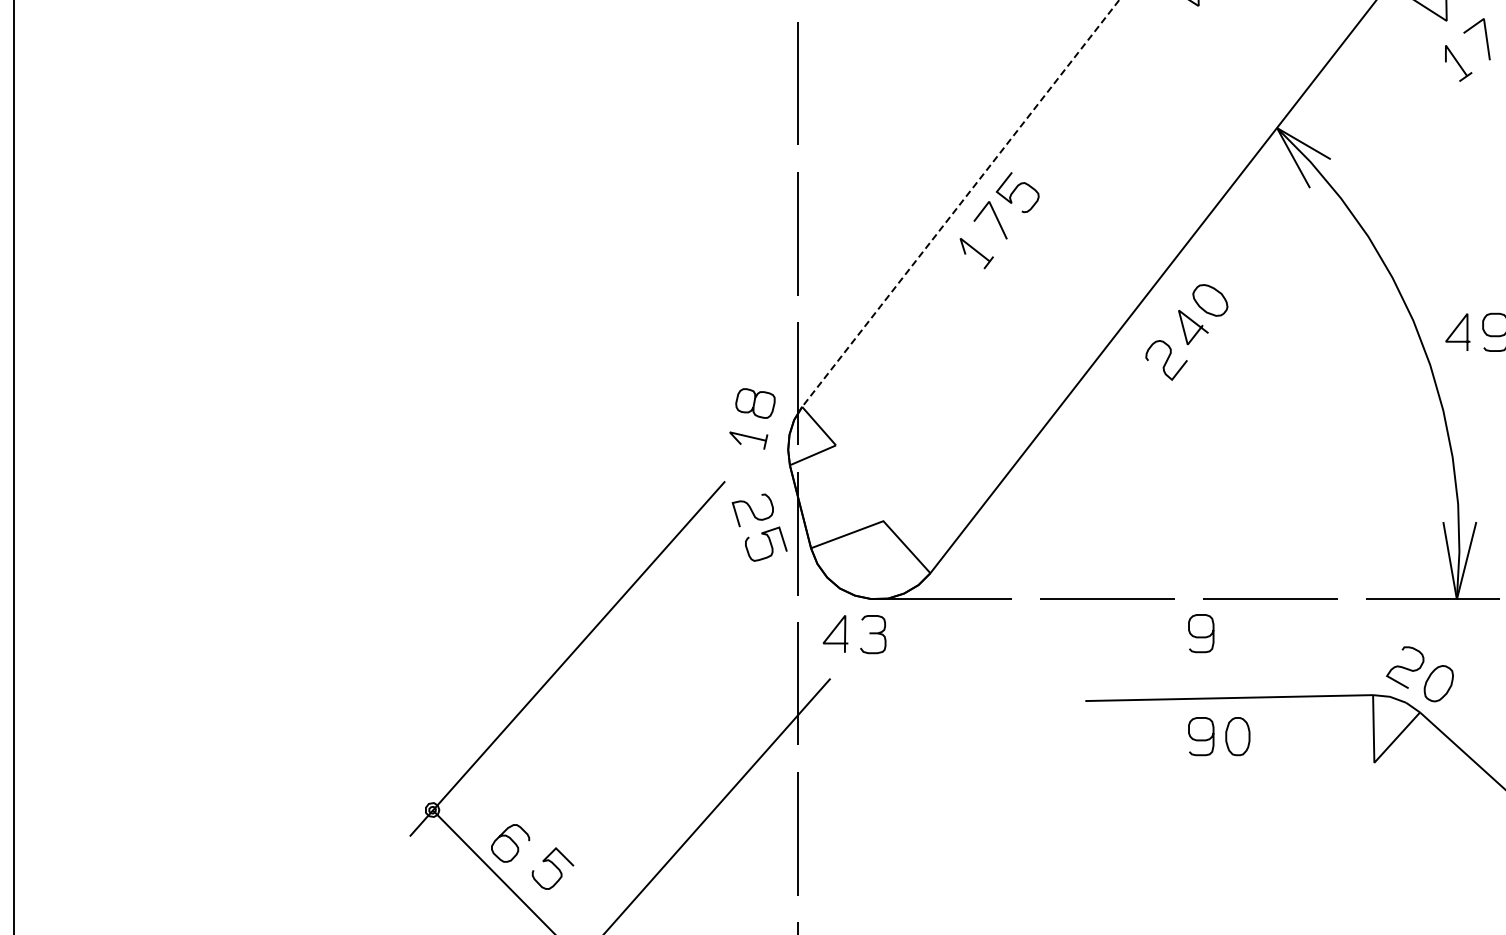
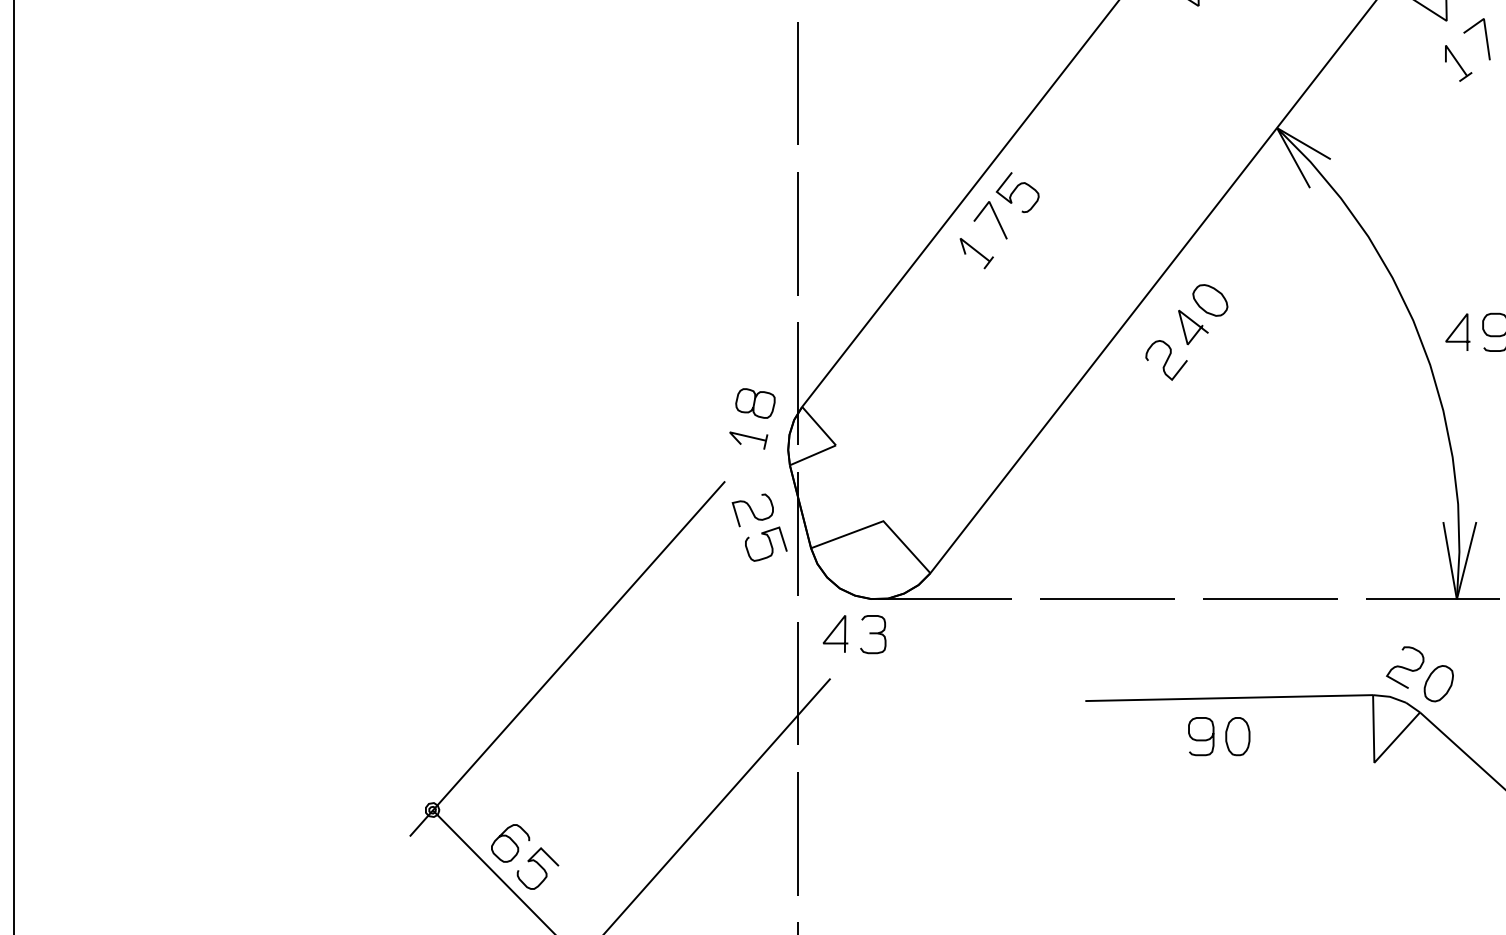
line at (960, 203): dashed -> solid
curve at (1201, 636): present -> none
curve at (554, 866) position: (554, 866) -> (539, 866)
